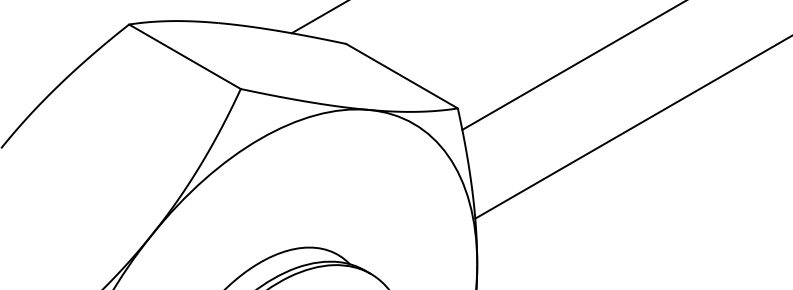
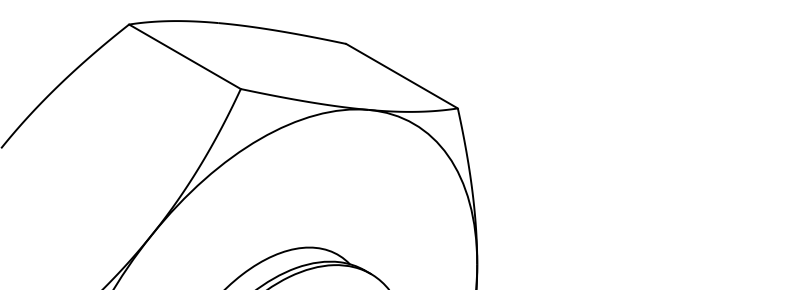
line at (318, 17): present -> none
line at (572, 65): present -> none
line at (632, 127): present -> none
